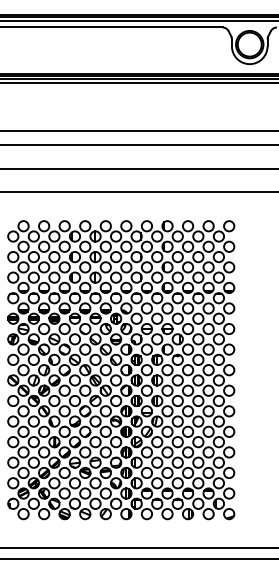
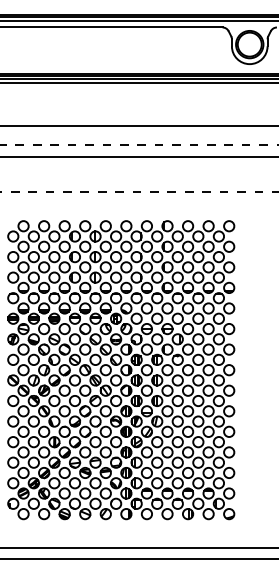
line at (138, 130) position: (138, 130) -> (138, 125)
line at (139, 145): solid -> dashed
line at (138, 168) position: (138, 168) -> (138, 156)
line at (139, 191): solid -> dashed
